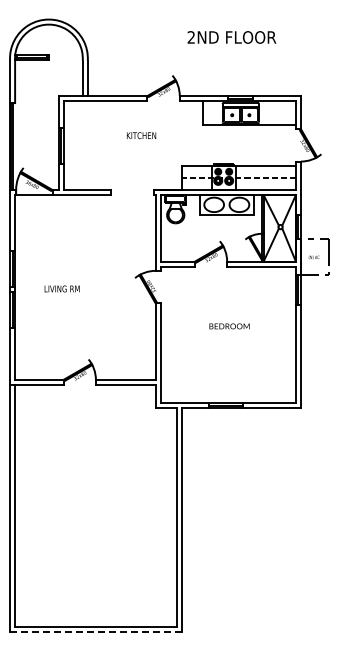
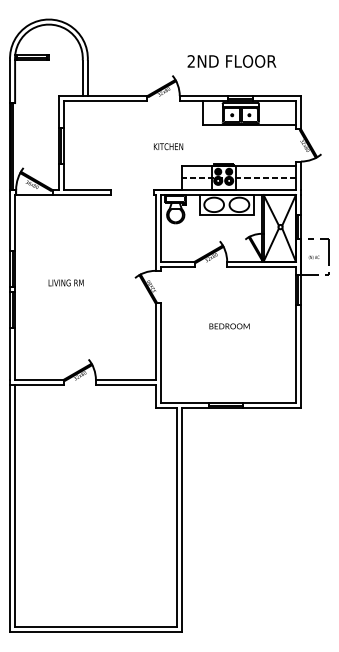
text at (231, 37) position: (231, 37) -> (231, 61)
text at (141, 135) position: (141, 135) -> (168, 146)
text at (61, 288) position: (61, 288) -> (65, 282)
line at (95, 632): dashed -> solid
